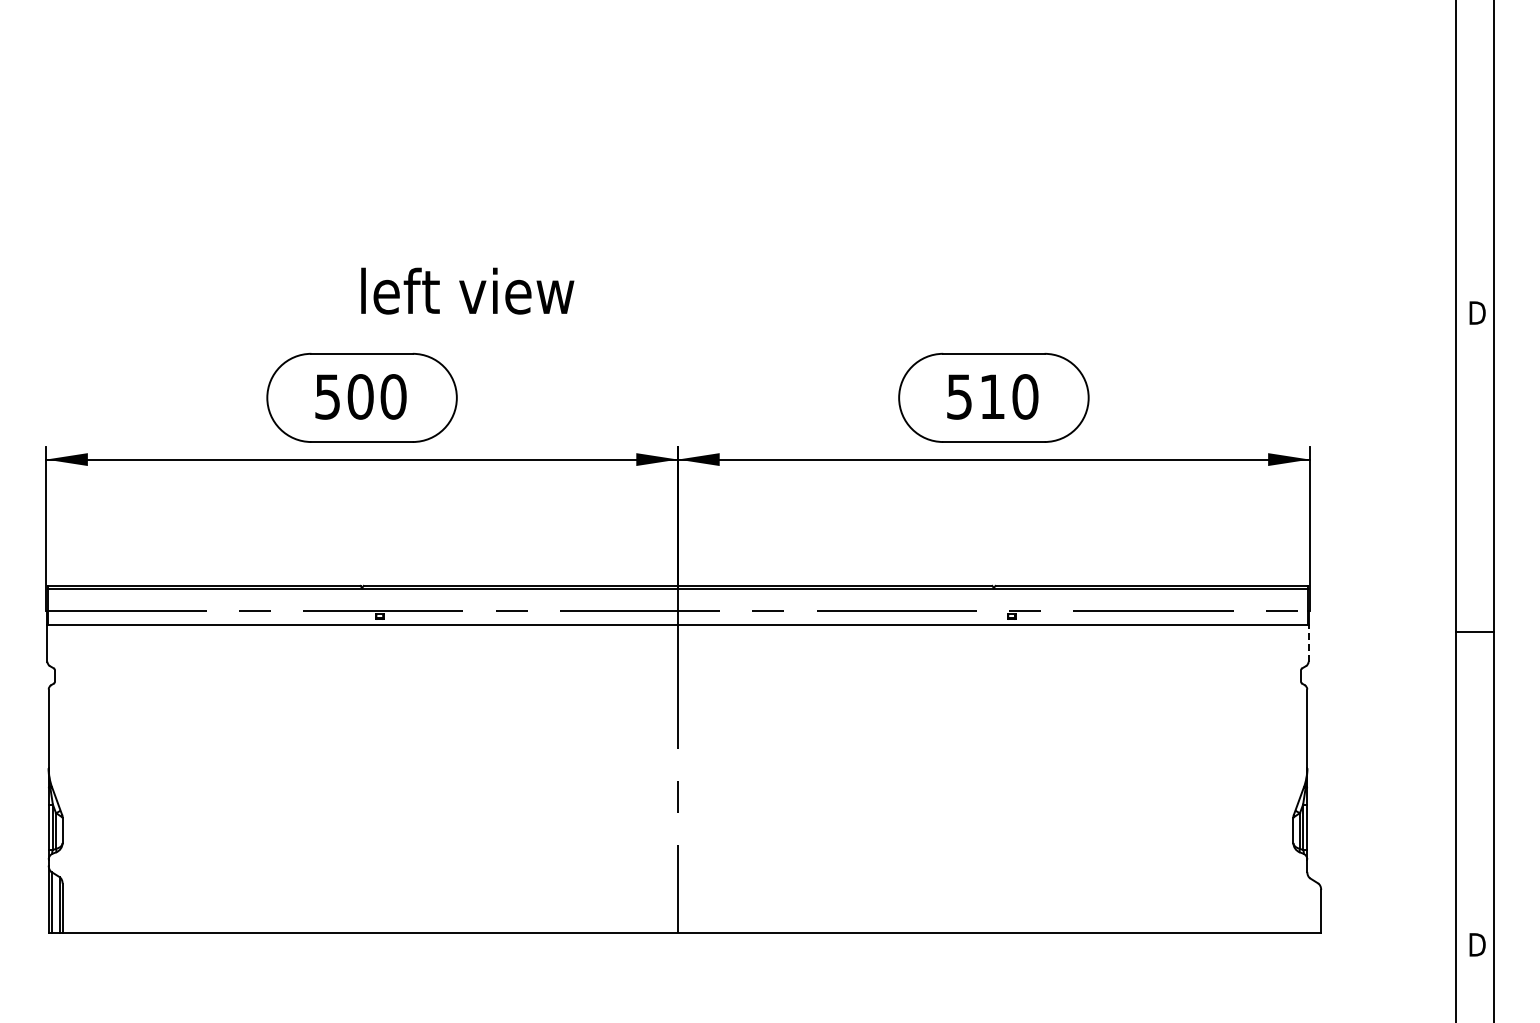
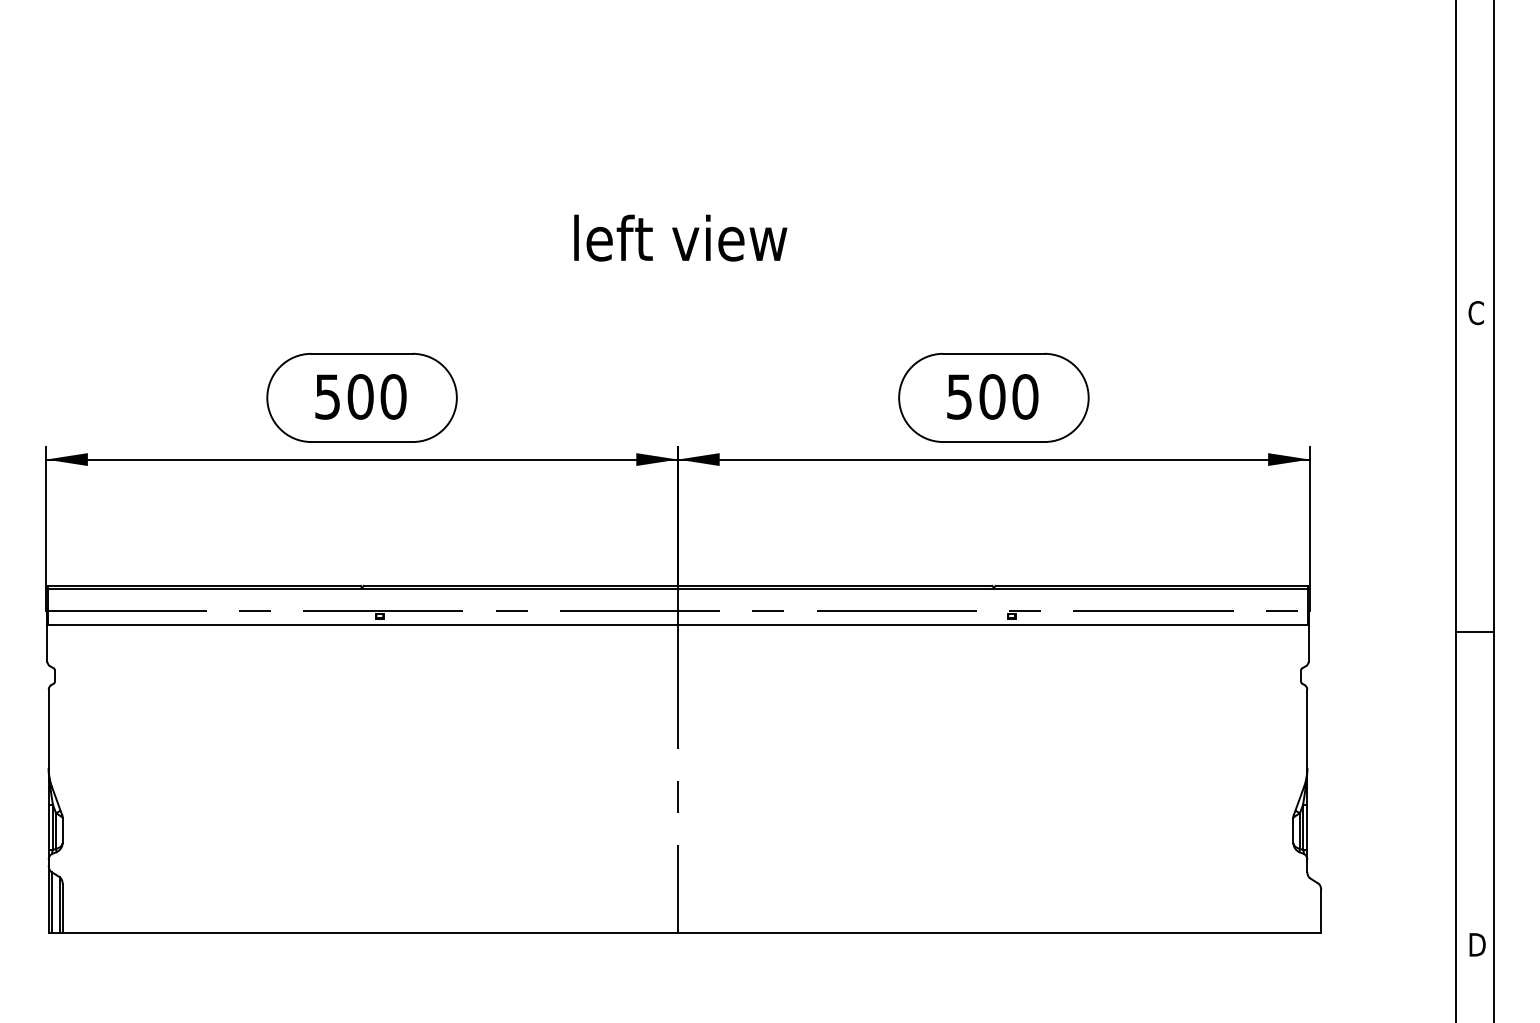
text at (467, 290) position: (467, 290) -> (680, 237)
text at (1476, 313): D -> C
text at (992, 396): 510 -> 500
line at (1308, 643): dashed -> solid
